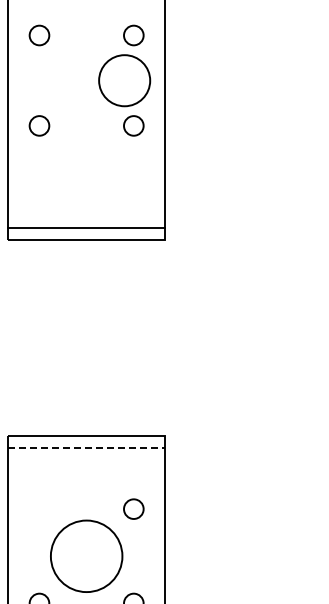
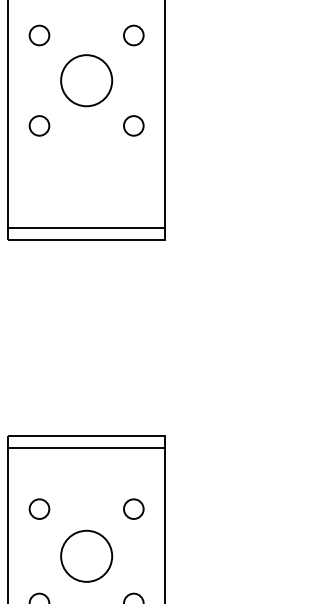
circle at (124, 80) position: (124, 80) -> (86, 80)
line at (86, 448): dashed -> solid
circle at (39, 508): none -> present
circle at (86, 556) diameter: 72 px -> 51 px
